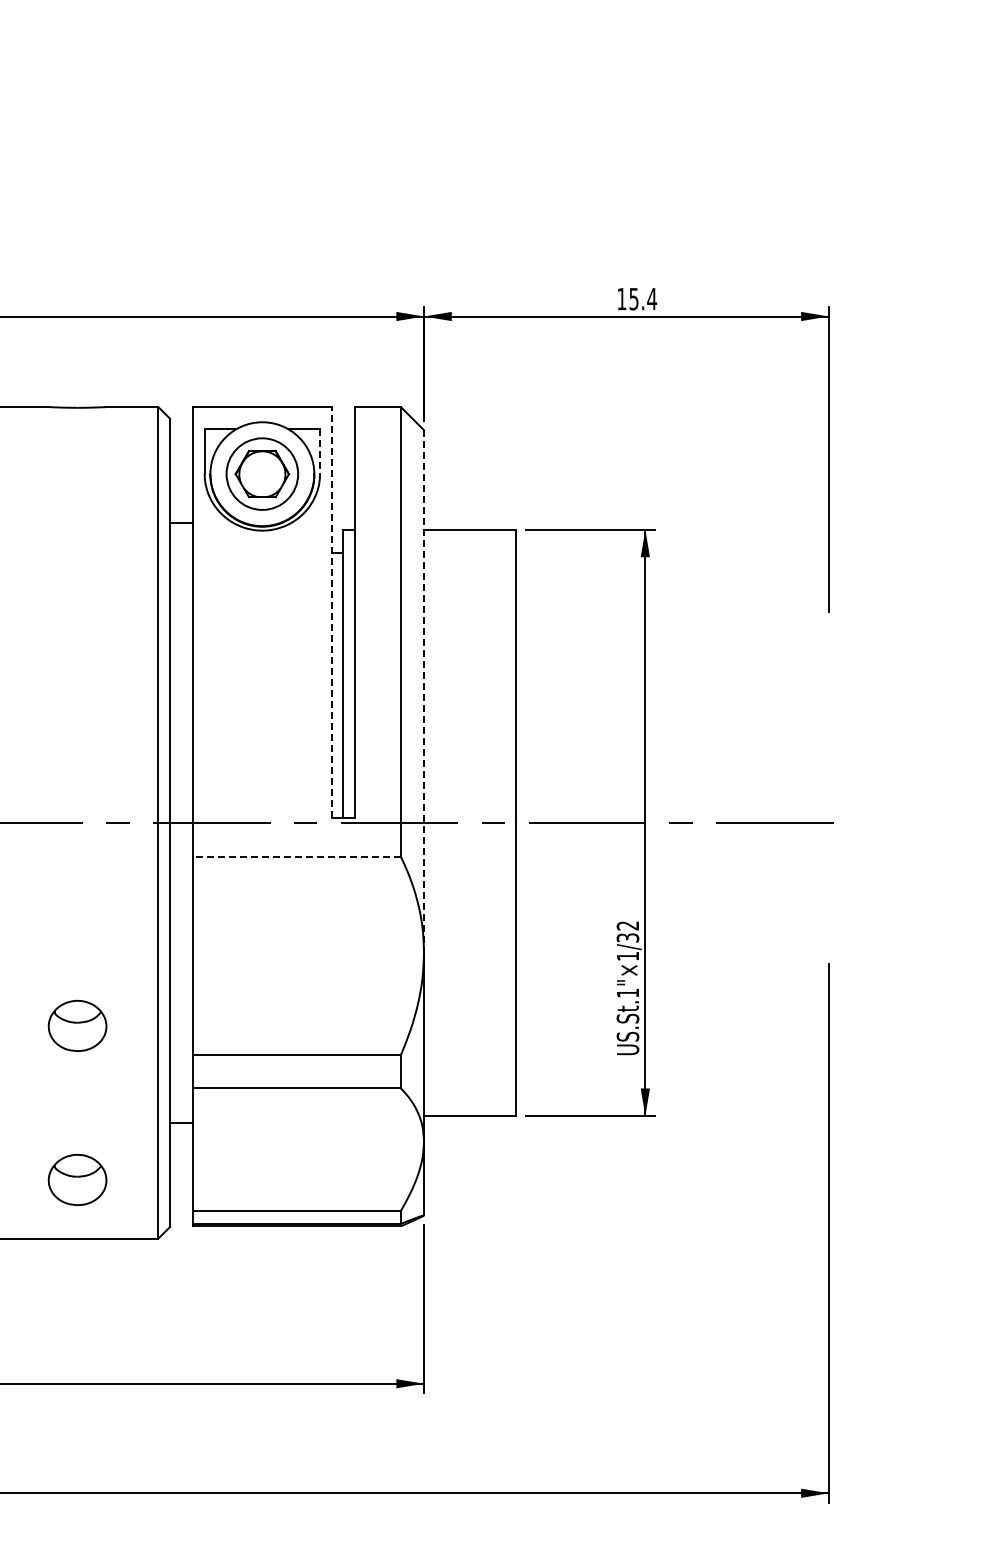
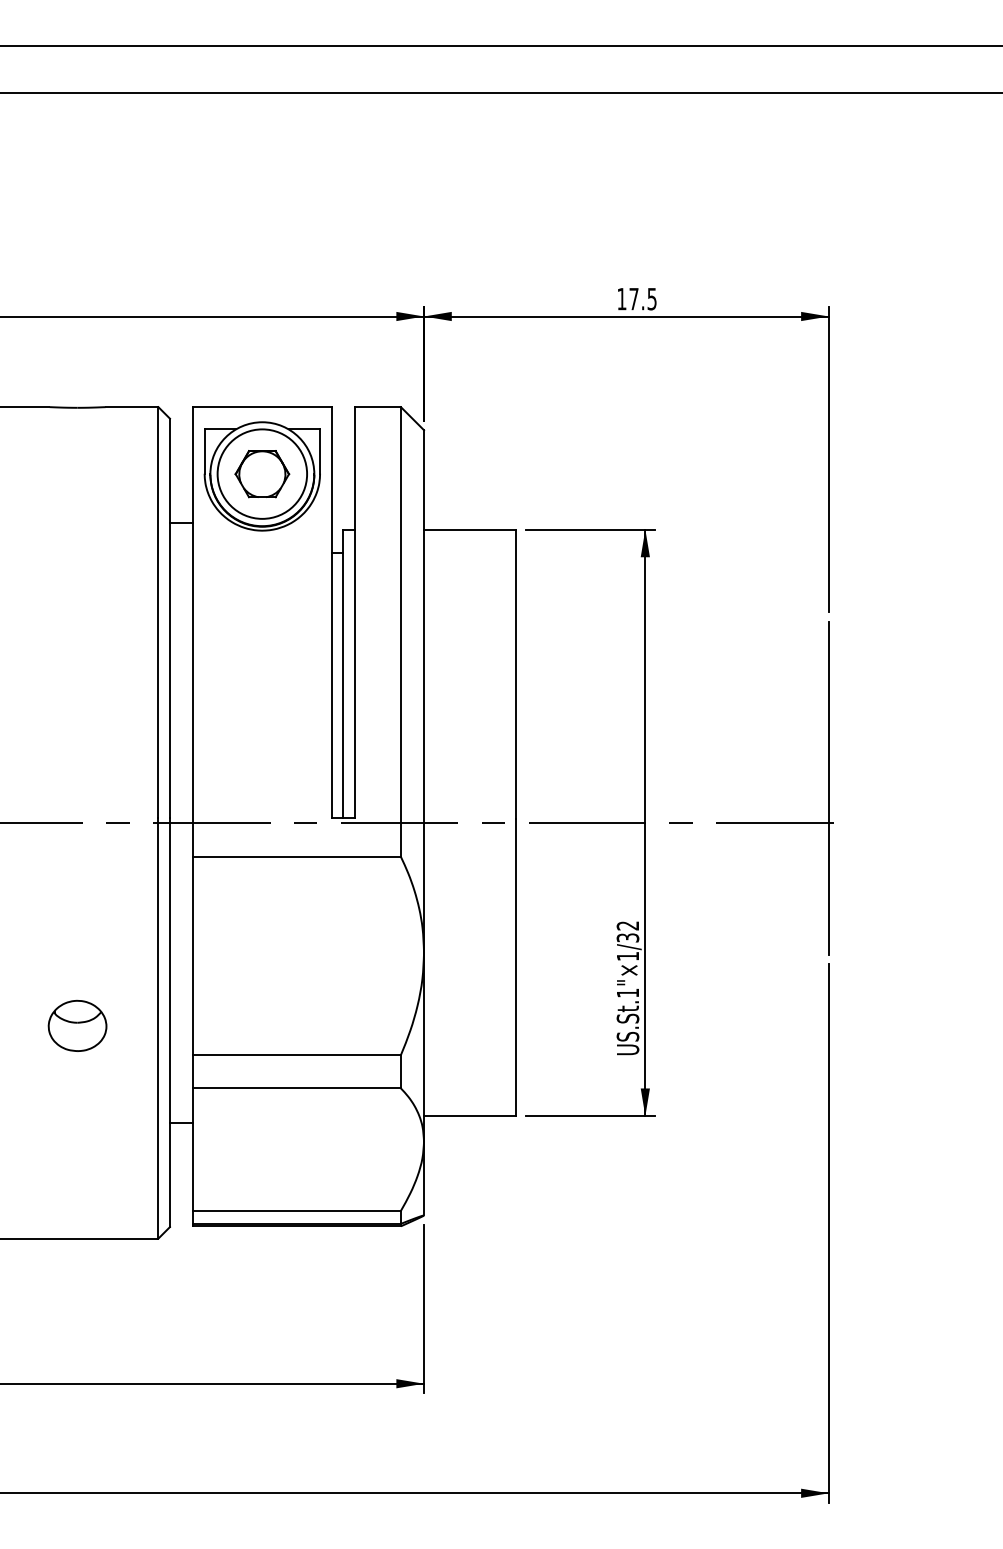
line at (500, 46): none -> present
line at (500, 92): none -> present
text at (643, 299): 15.4 -> 17.5
line at (320, 452): dashed -> solid
circle at (262, 473) diameter: 72 px -> 89 px
line at (331, 612): dashed -> solid
line at (424, 692): dashed -> solid
line at (828, 787): none -> present
line at (297, 856): dashed -> solid
part at (77, 1179): present -> none
